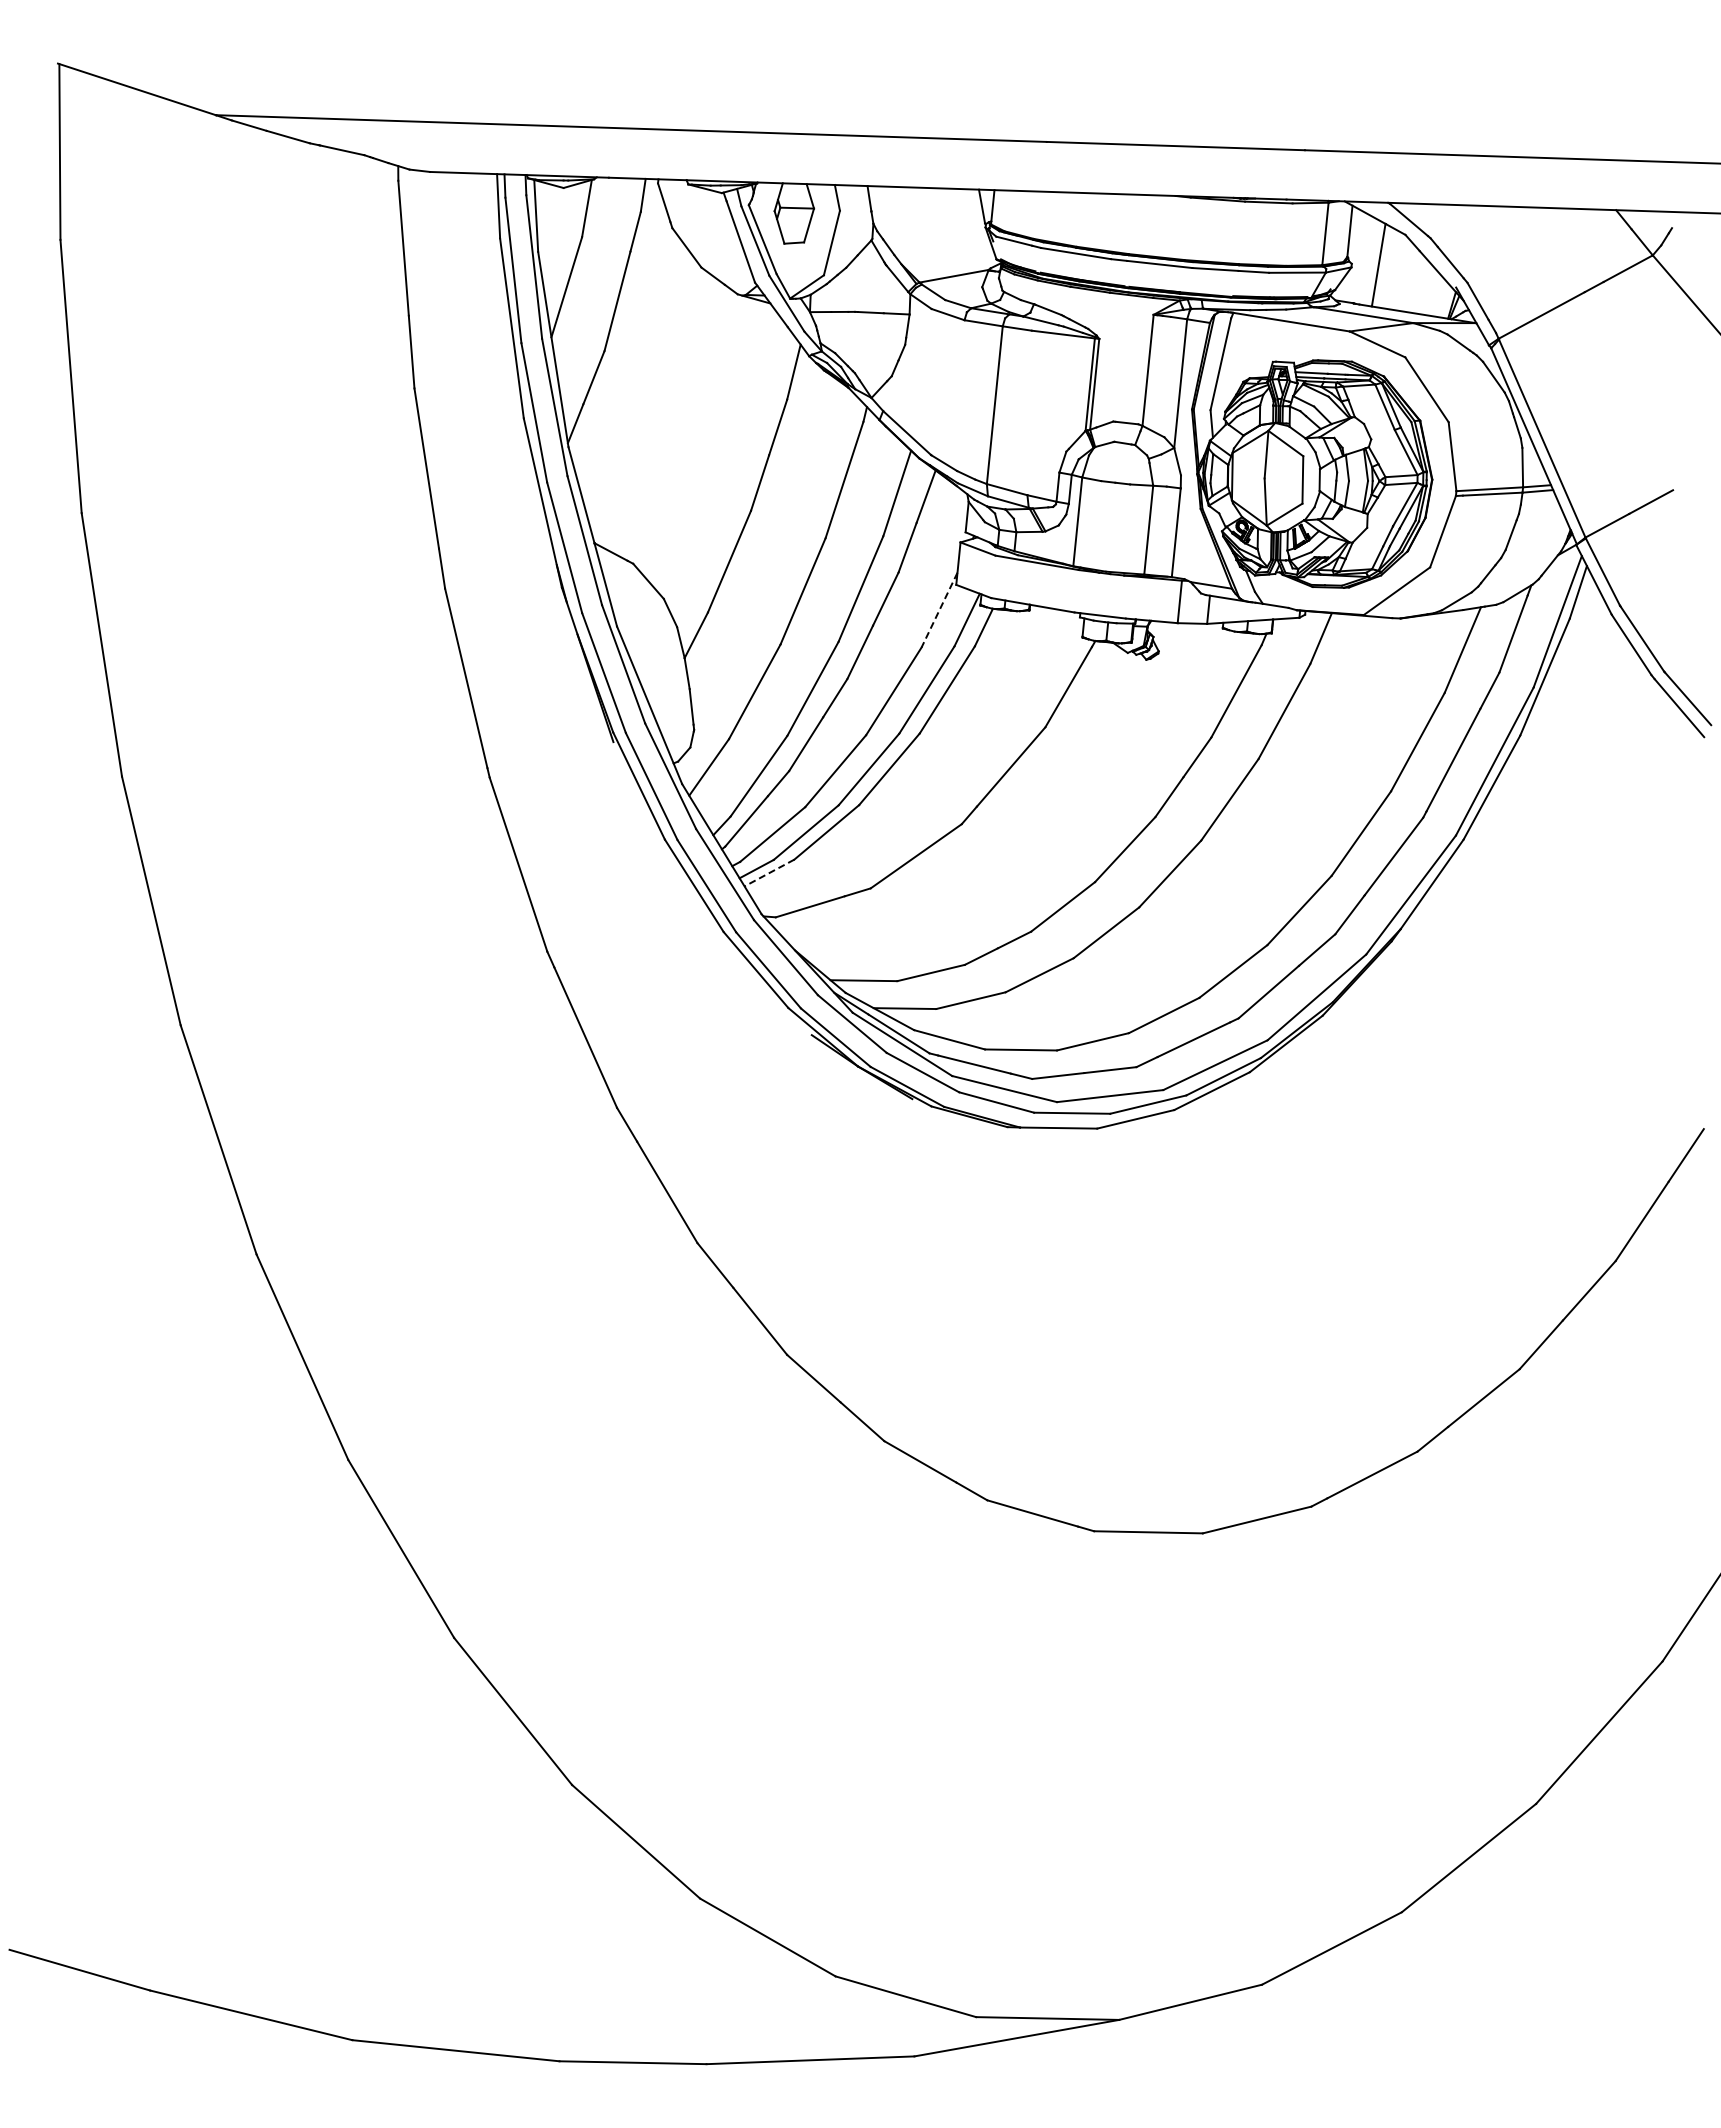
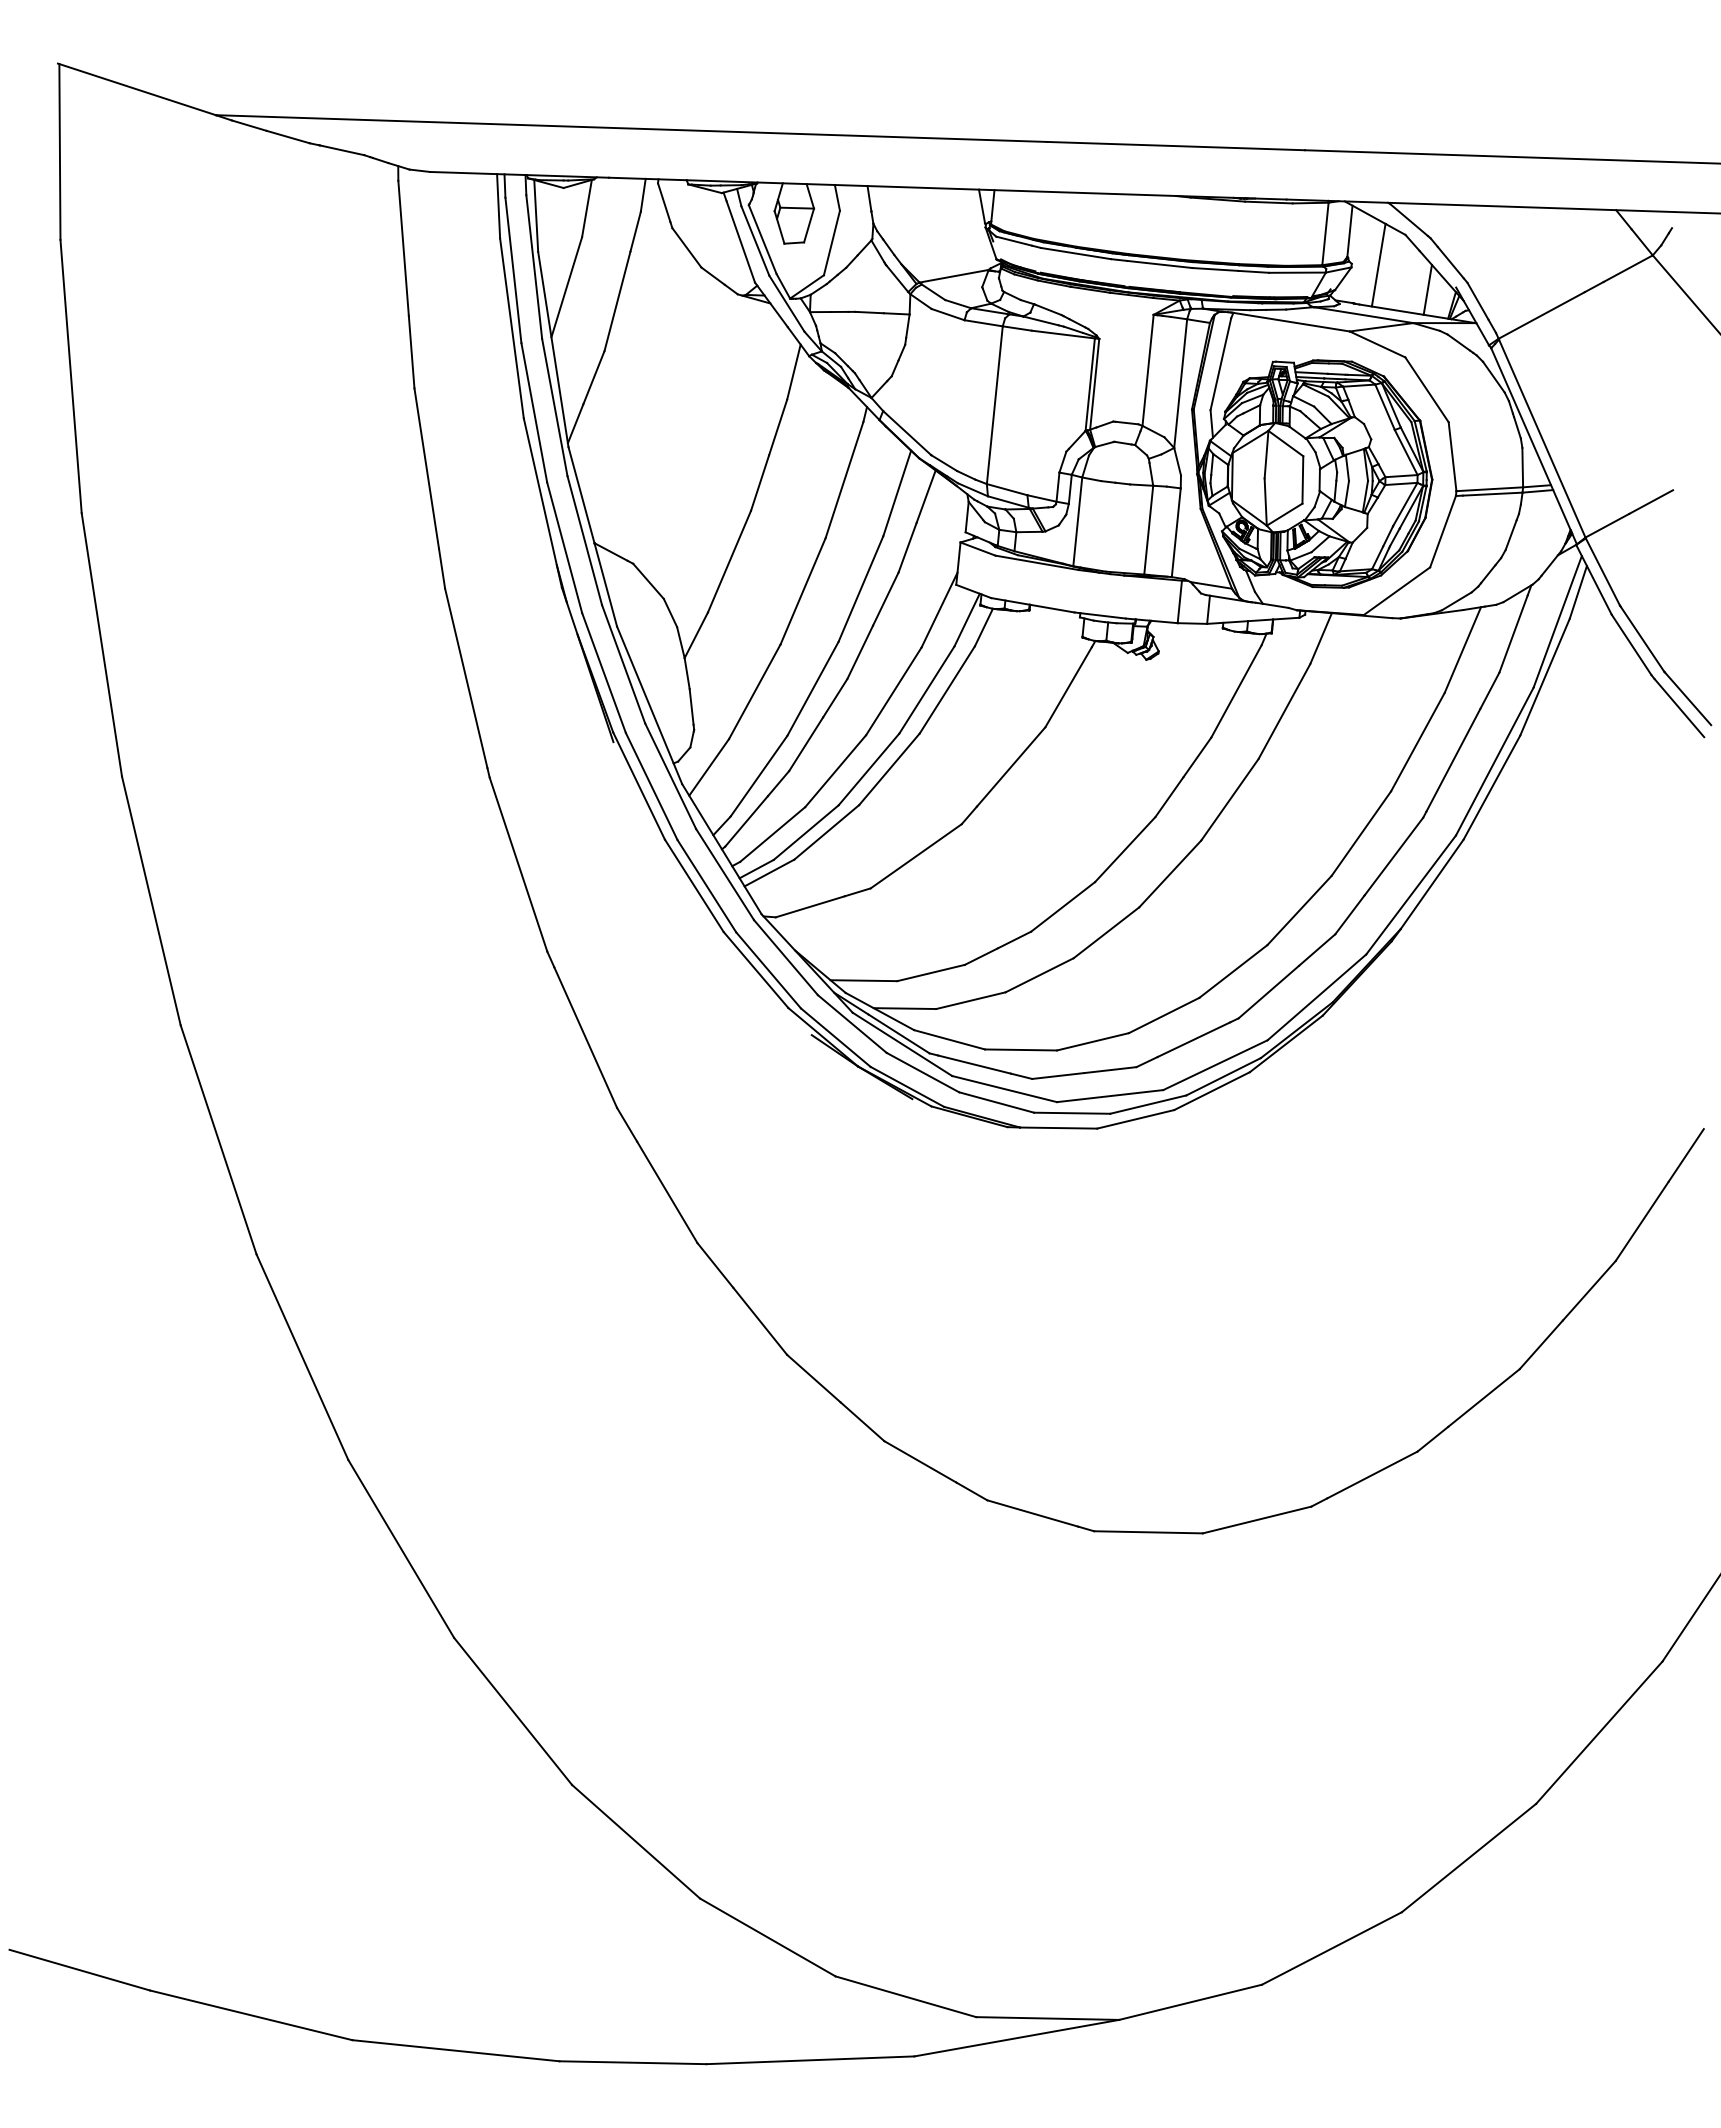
line at (1427, 289): none -> present
line at (939, 610): dashed -> solid
line at (769, 873): dashed -> solid
